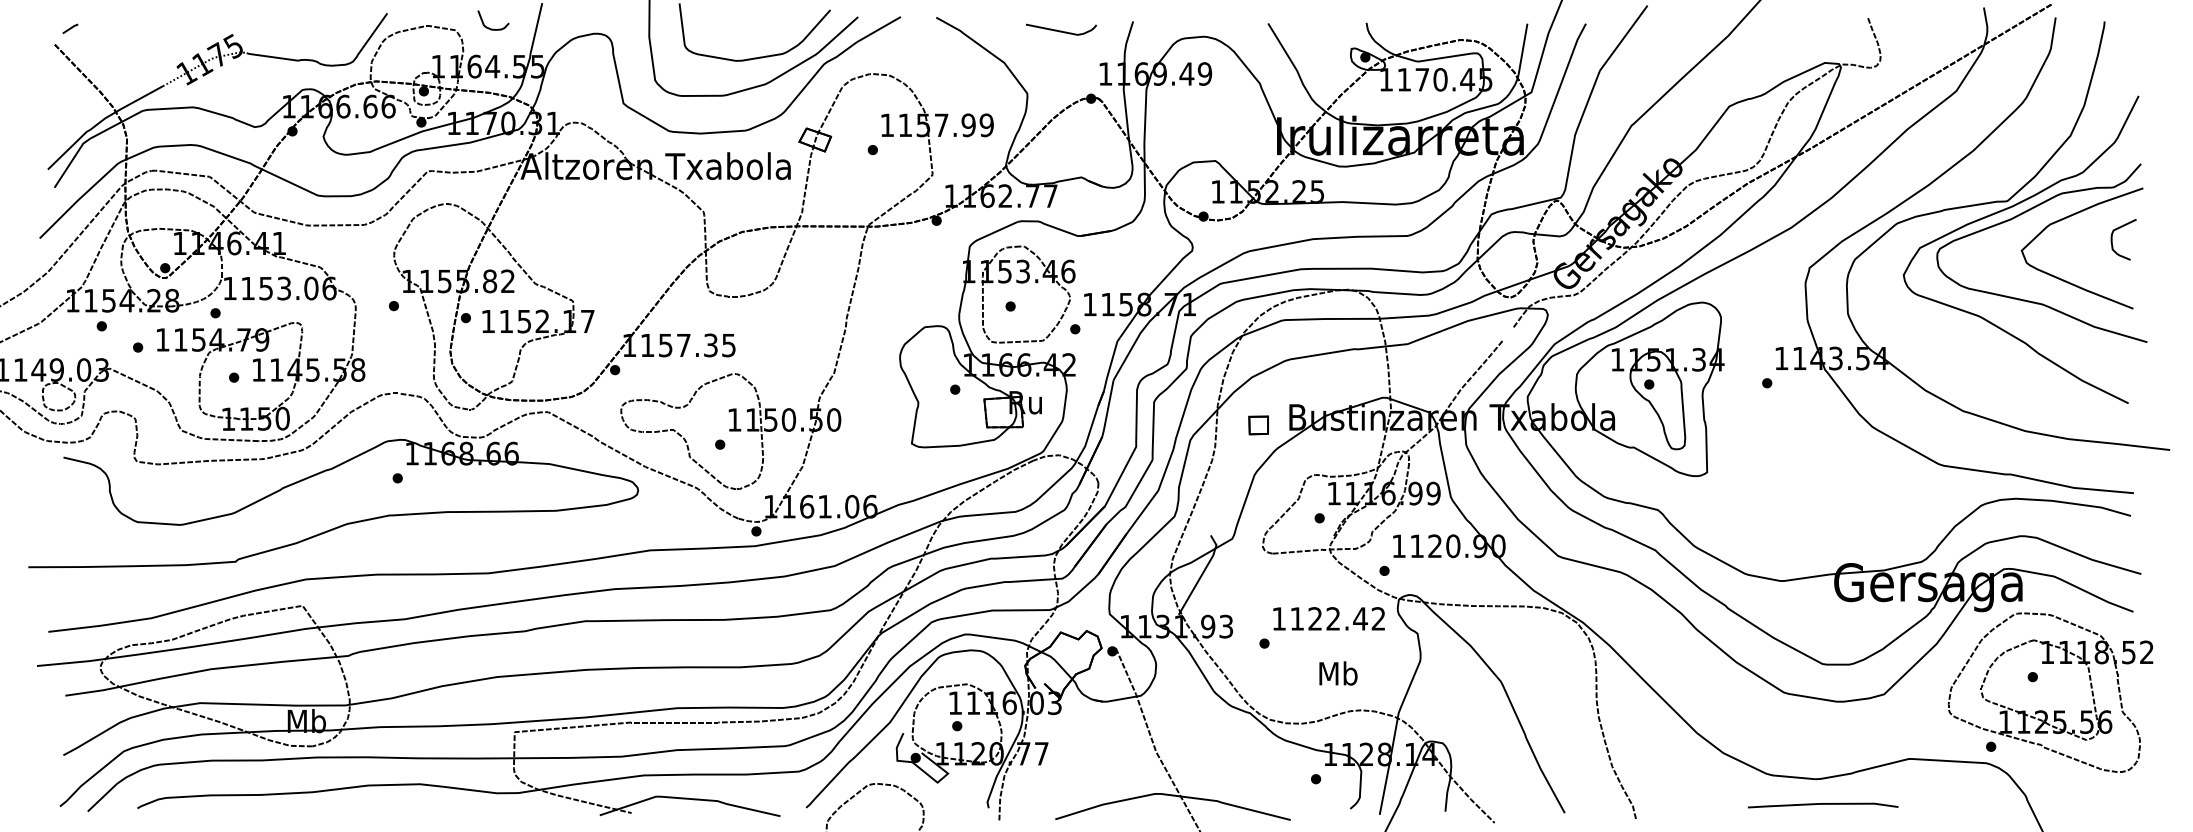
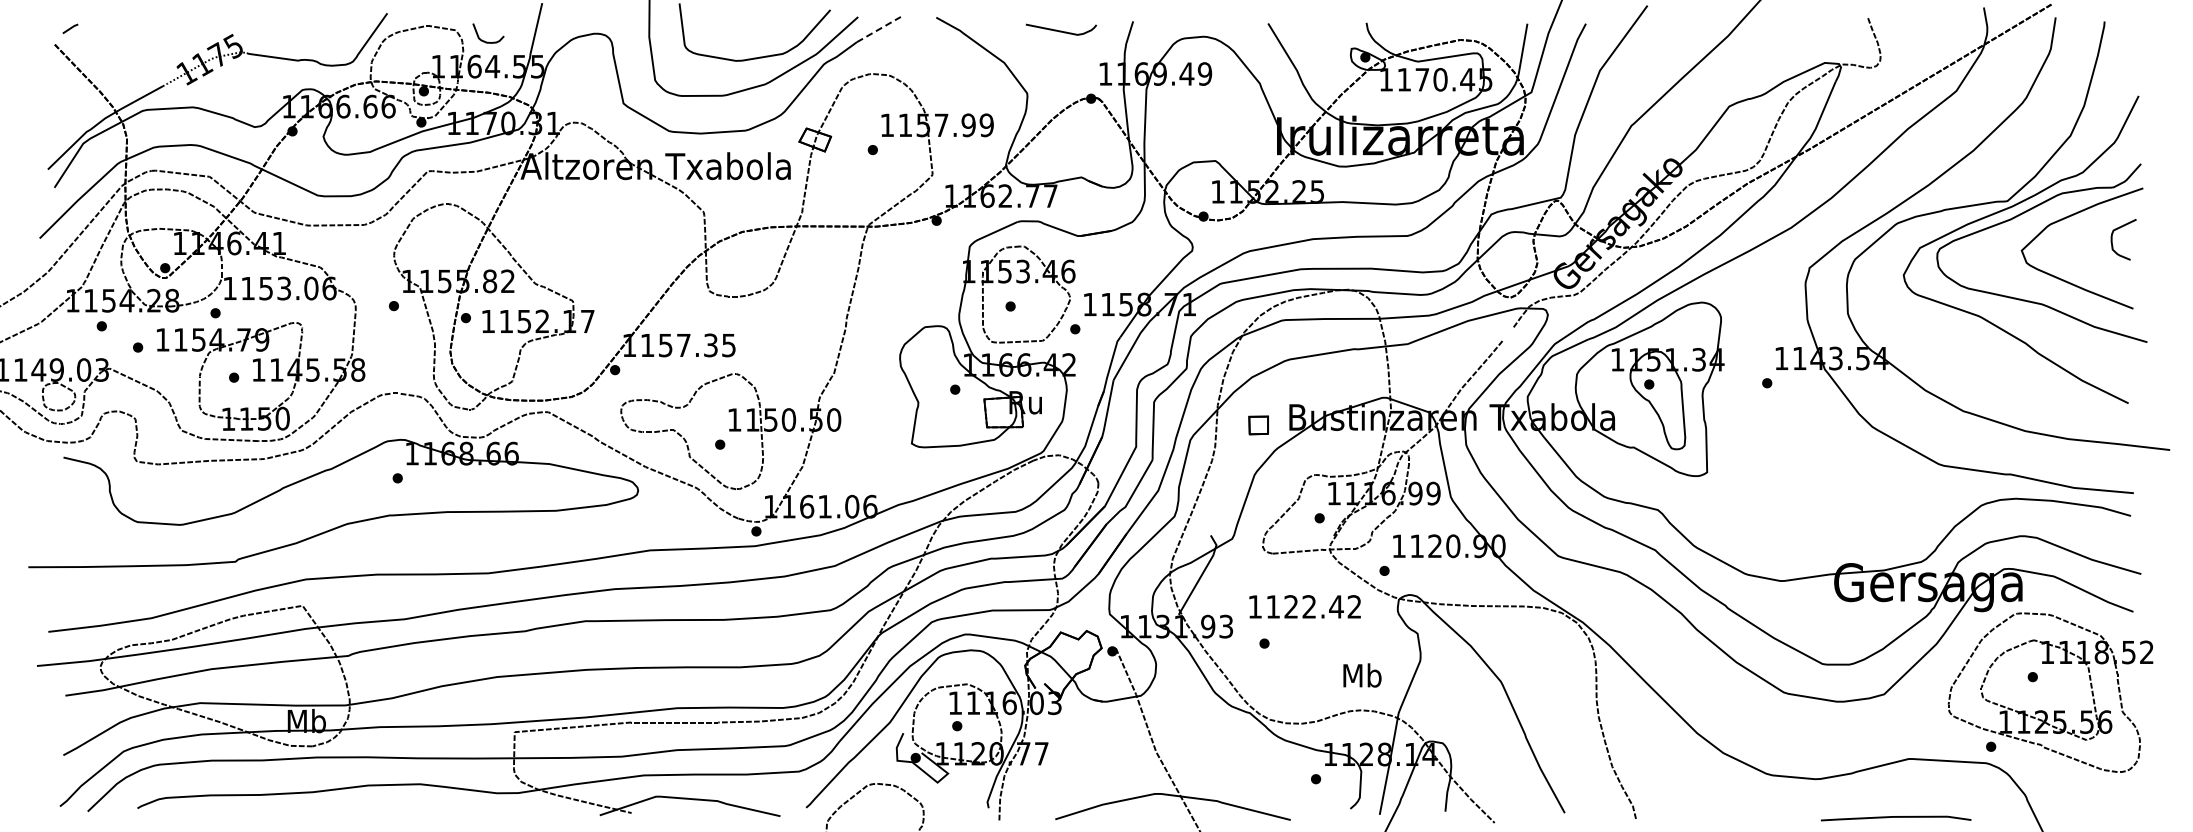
curve at (493, 28) position: (493, 28) -> (488, 41)
line at (879, 29): solid -> dashed
text at (1328, 618) position: (1328, 618) -> (1304, 606)
text at (1338, 673) position: (1338, 673) -> (1362, 675)
line at (1822, 804) position: (1822, 804) -> (1895, 817)
